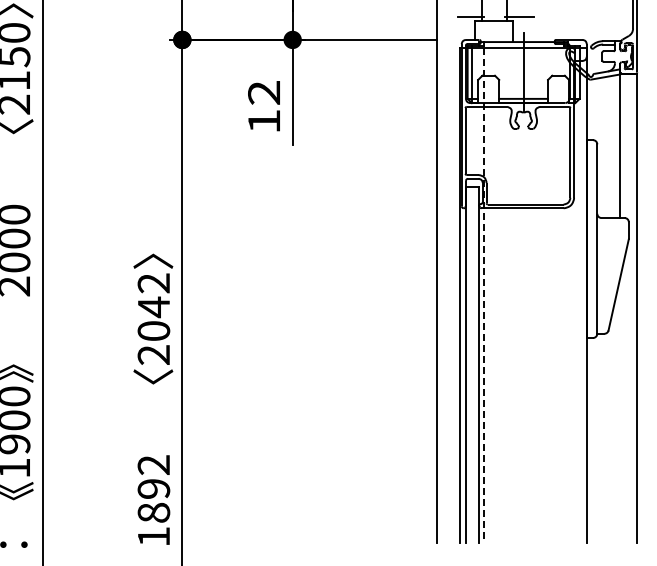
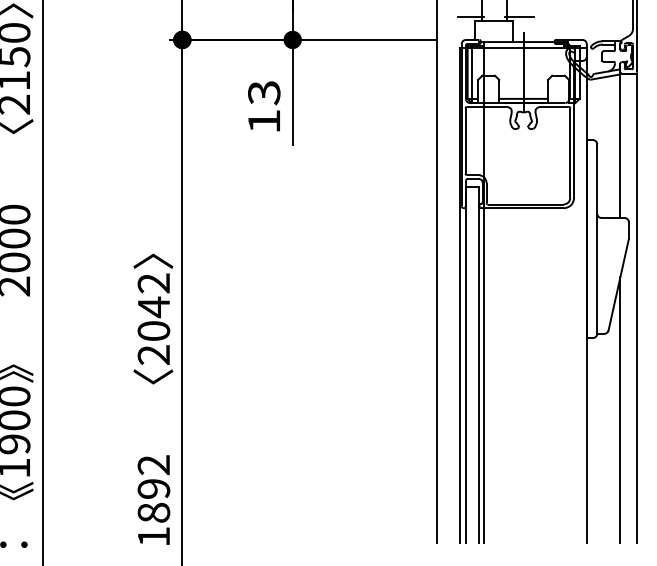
text at (264, 93): 12 -> 13
line at (483, 296): dashed -> solid
line at (620, 409): none -> present
